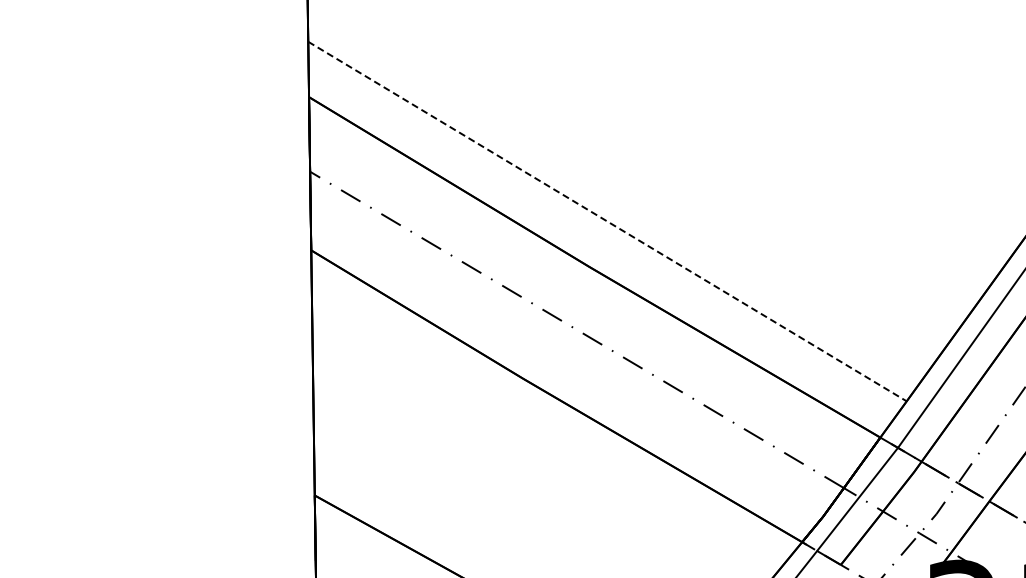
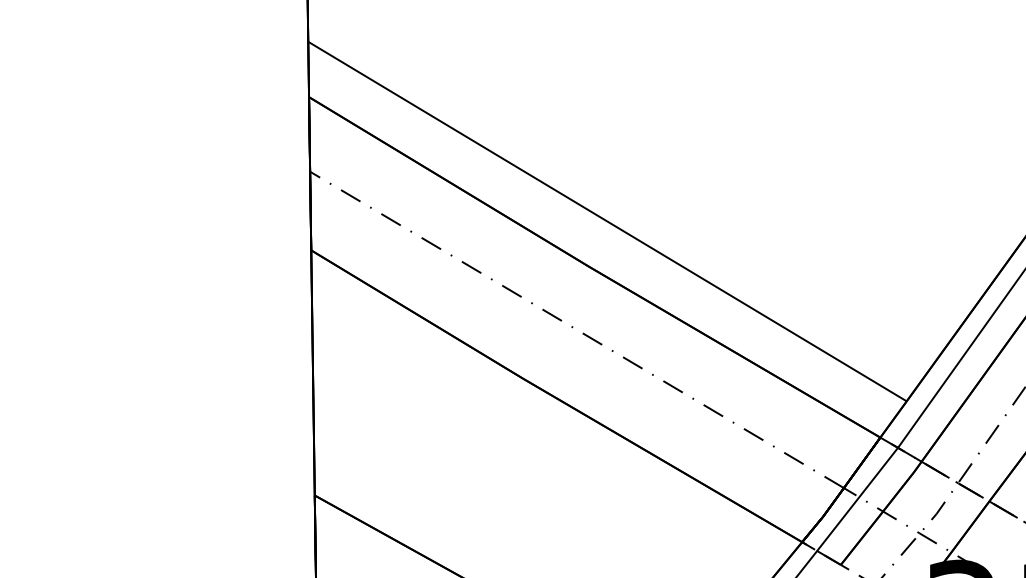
line at (607, 221): dashed -> solid
